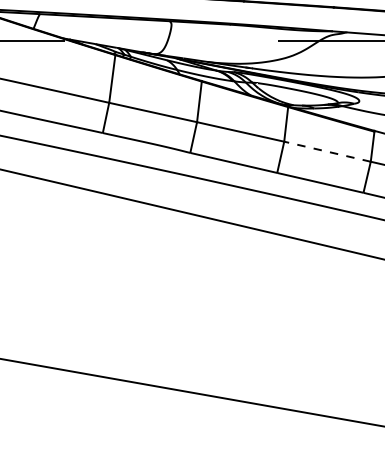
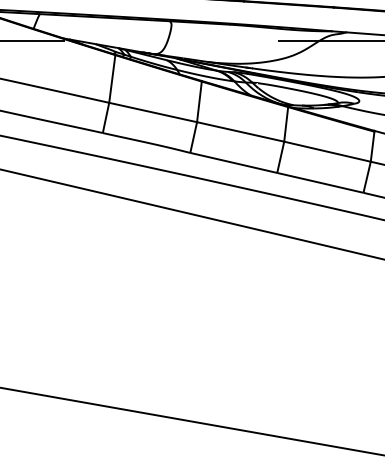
line at (327, 151): dashed -> solid
line at (191, 392) position: (191, 392) -> (191, 421)
